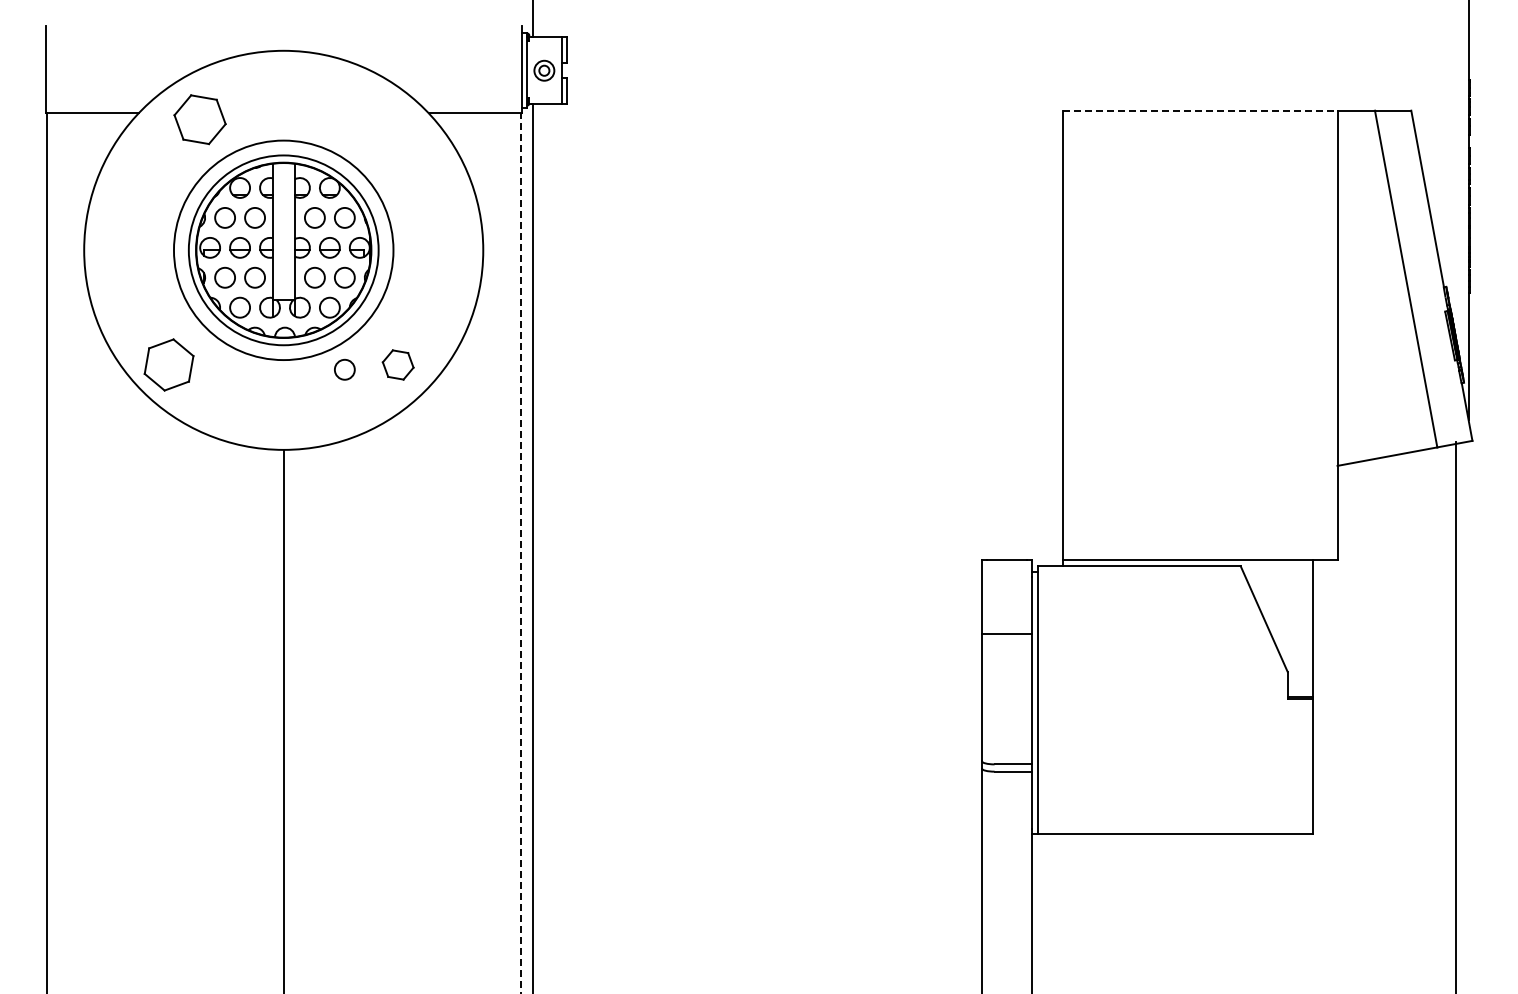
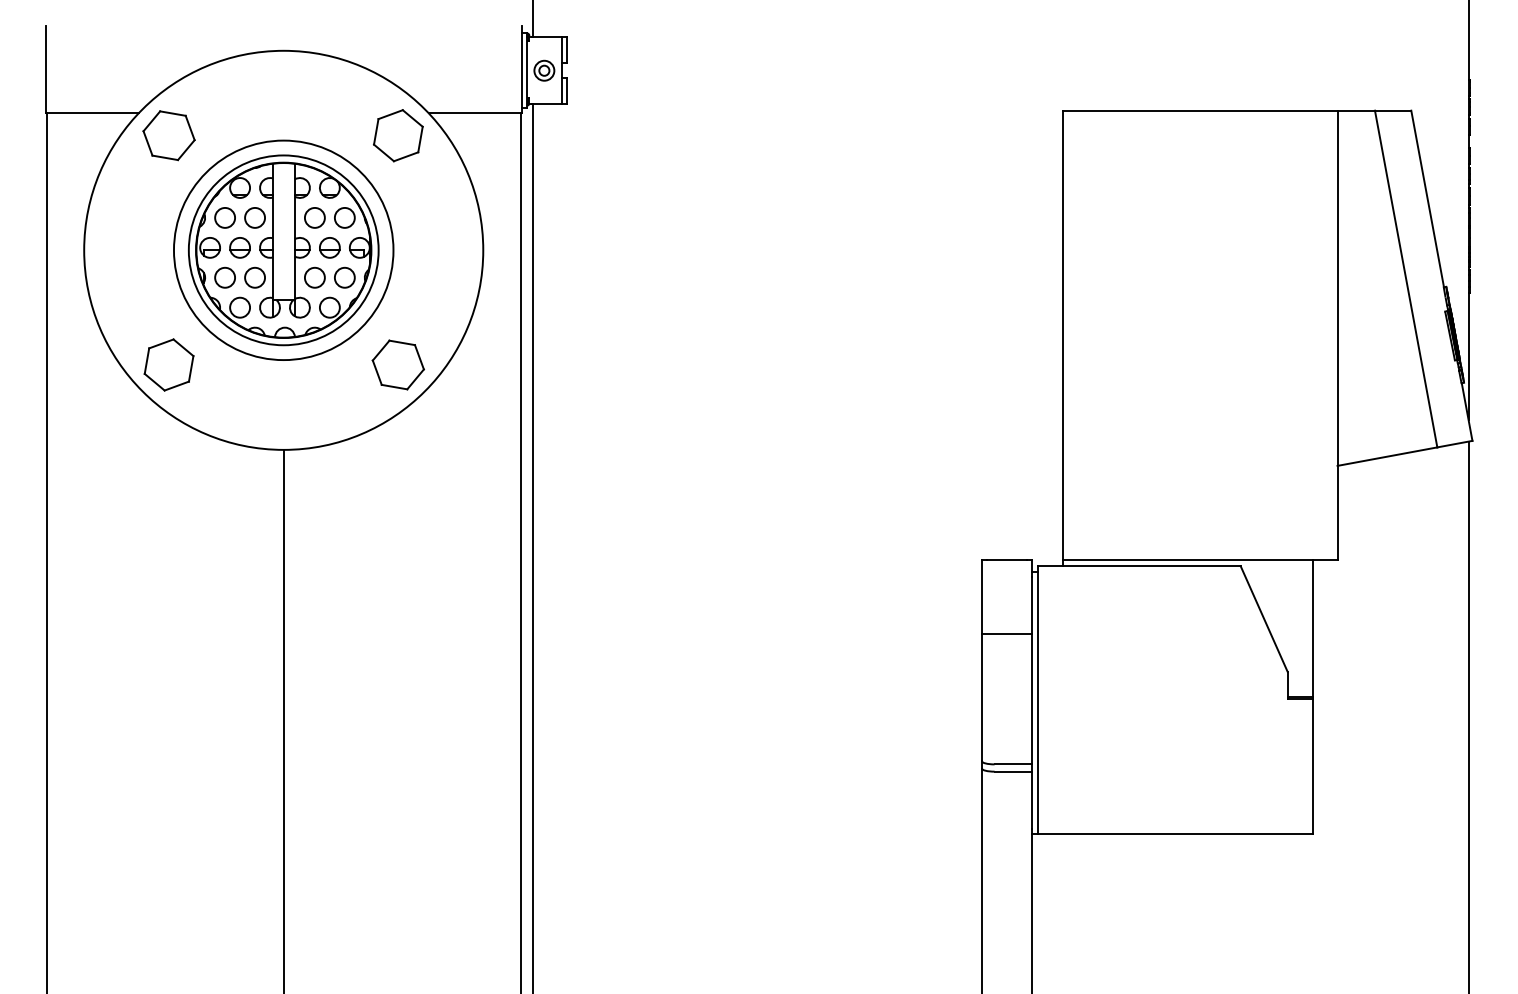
line at (1200, 110): dashed -> solid
part at (199, 119) position: (199, 119) -> (168, 135)
part at (398, 135): none -> present
part at (397, 364) size: 34x32 px -> 54x52 px
circle at (344, 369): present -> none
line at (520, 553): dashed -> solid
line at (1455, 715) position: (1455, 715) -> (1468, 715)
